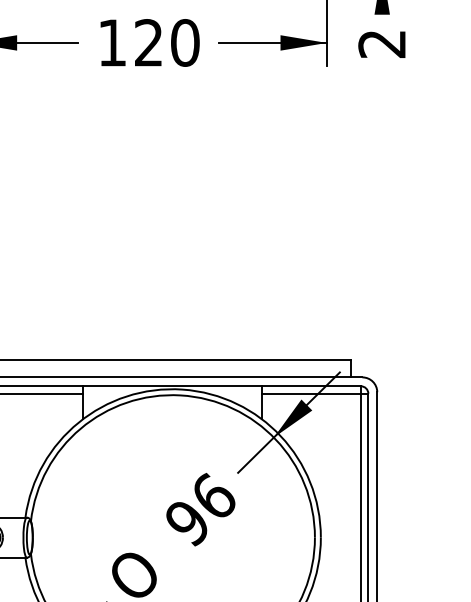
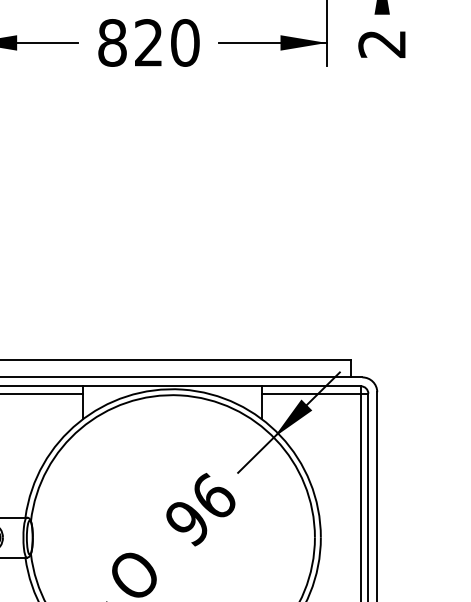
text at (112, 42): 120 -> 820
